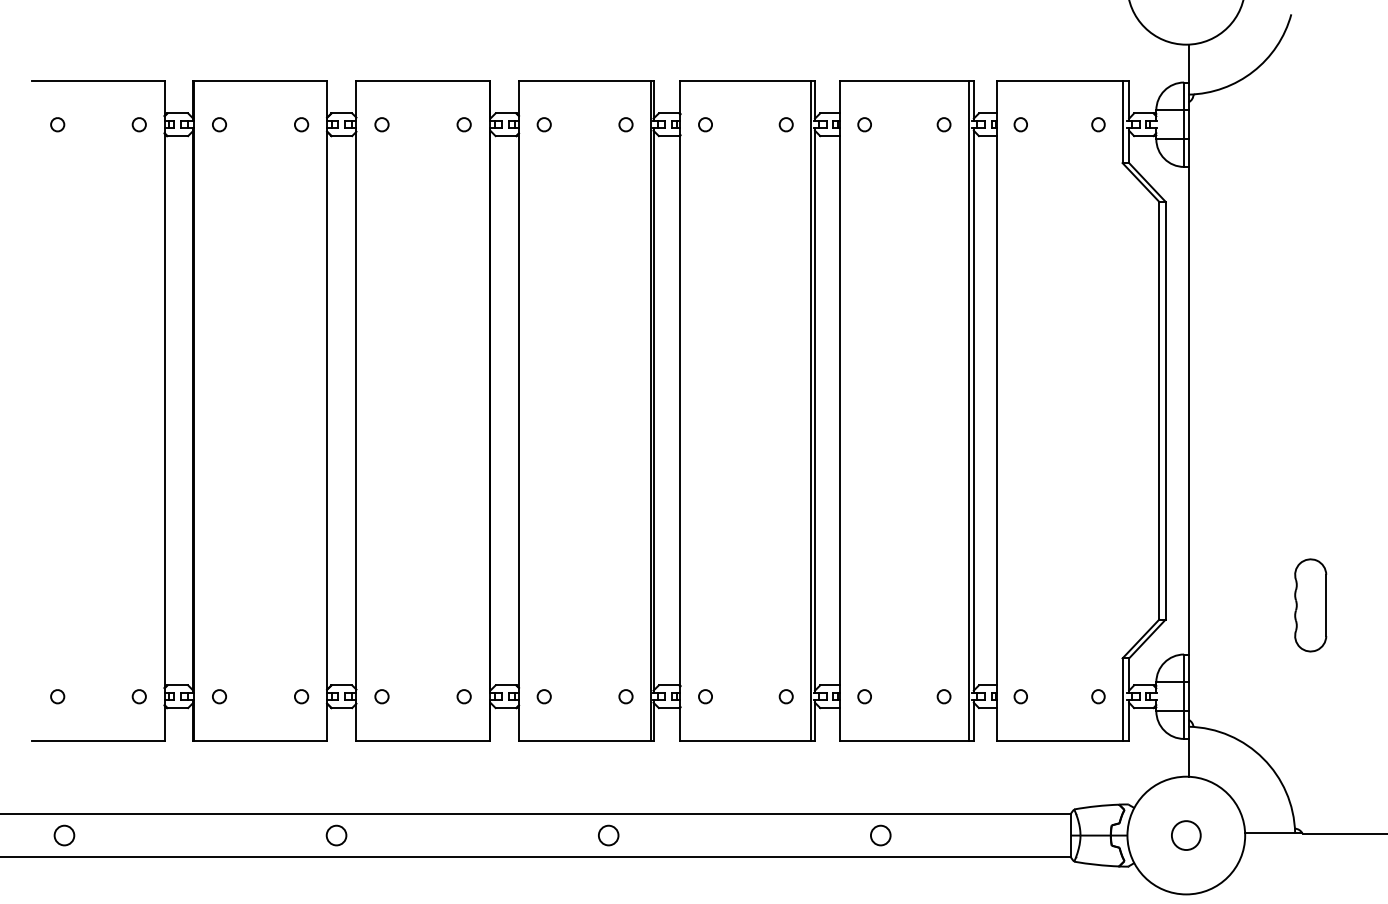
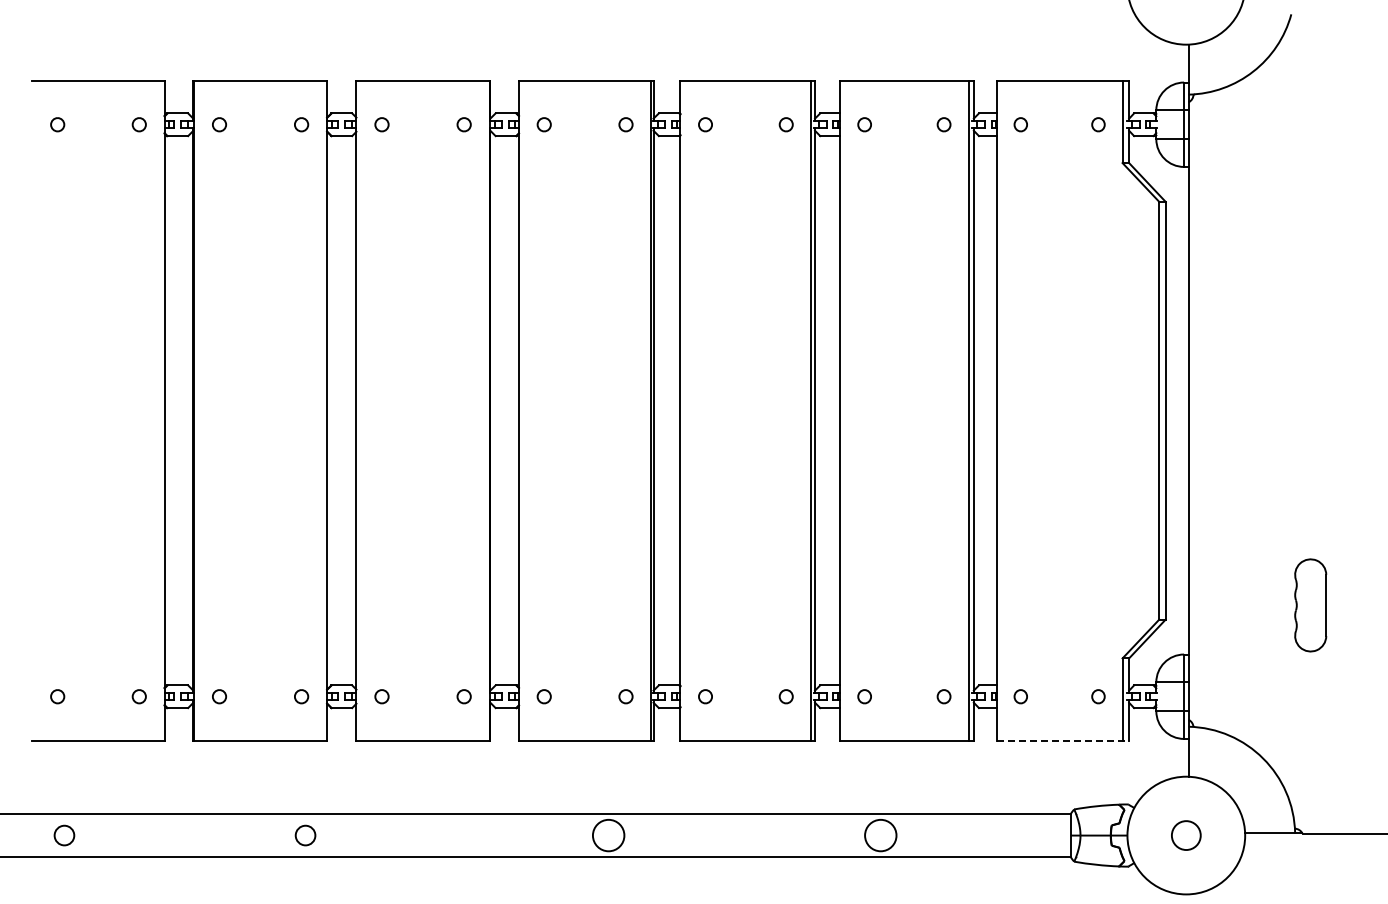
line at (1063, 740): solid -> dashed
circle at (336, 835) position: (336, 835) -> (305, 835)
circle at (608, 835) diameter: 20 px -> 31 px
circle at (880, 835) diameter: 20 px -> 31 px
